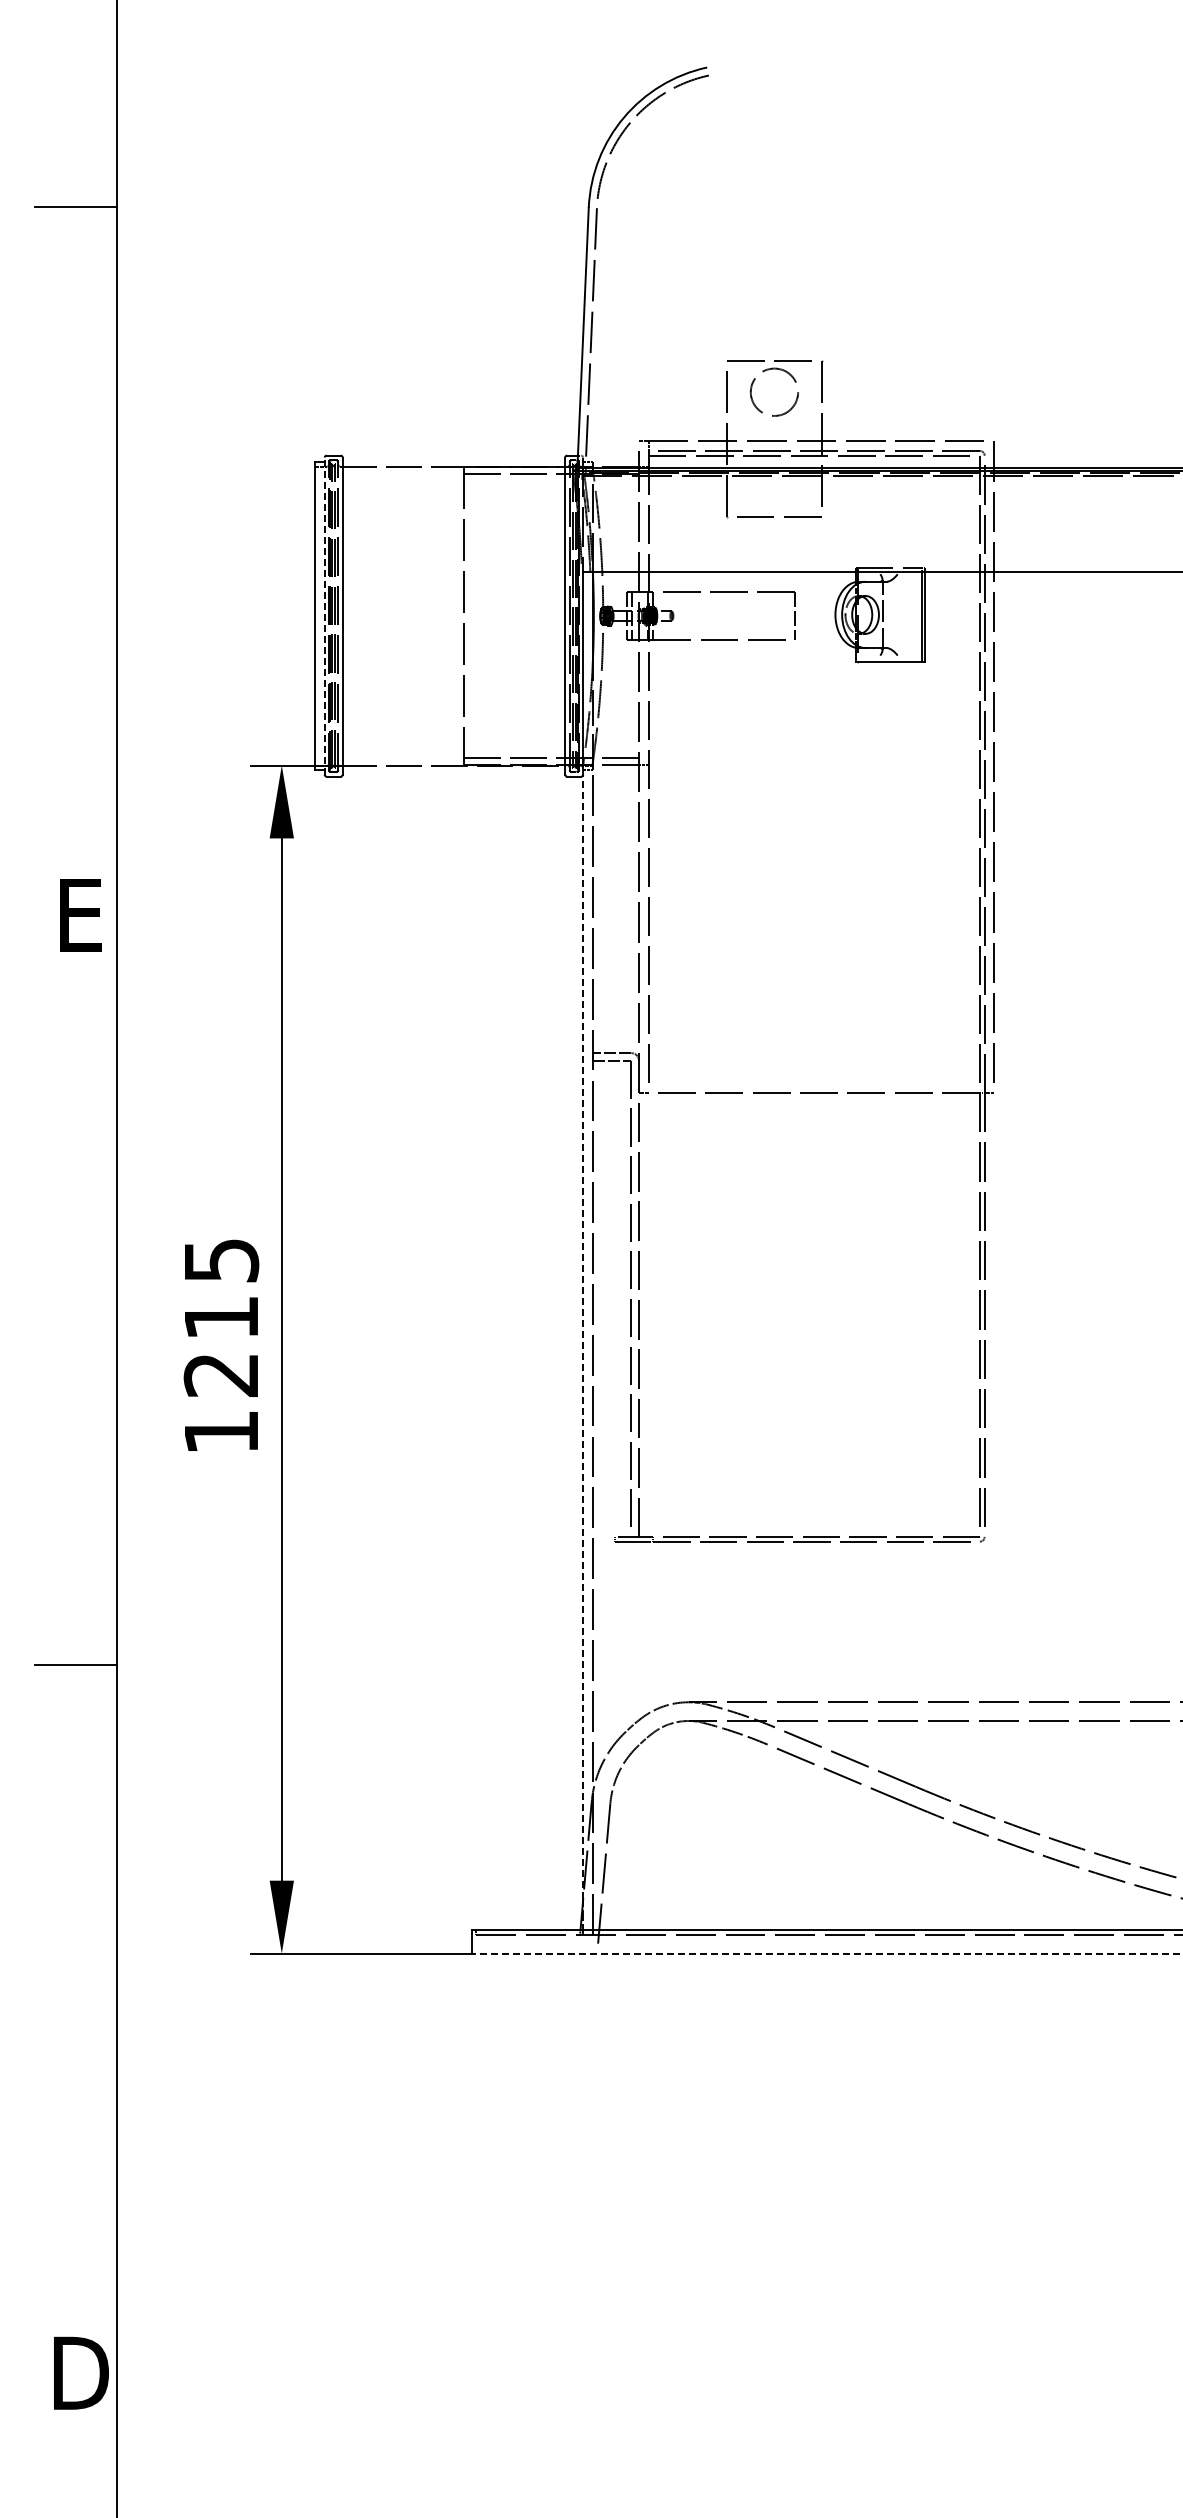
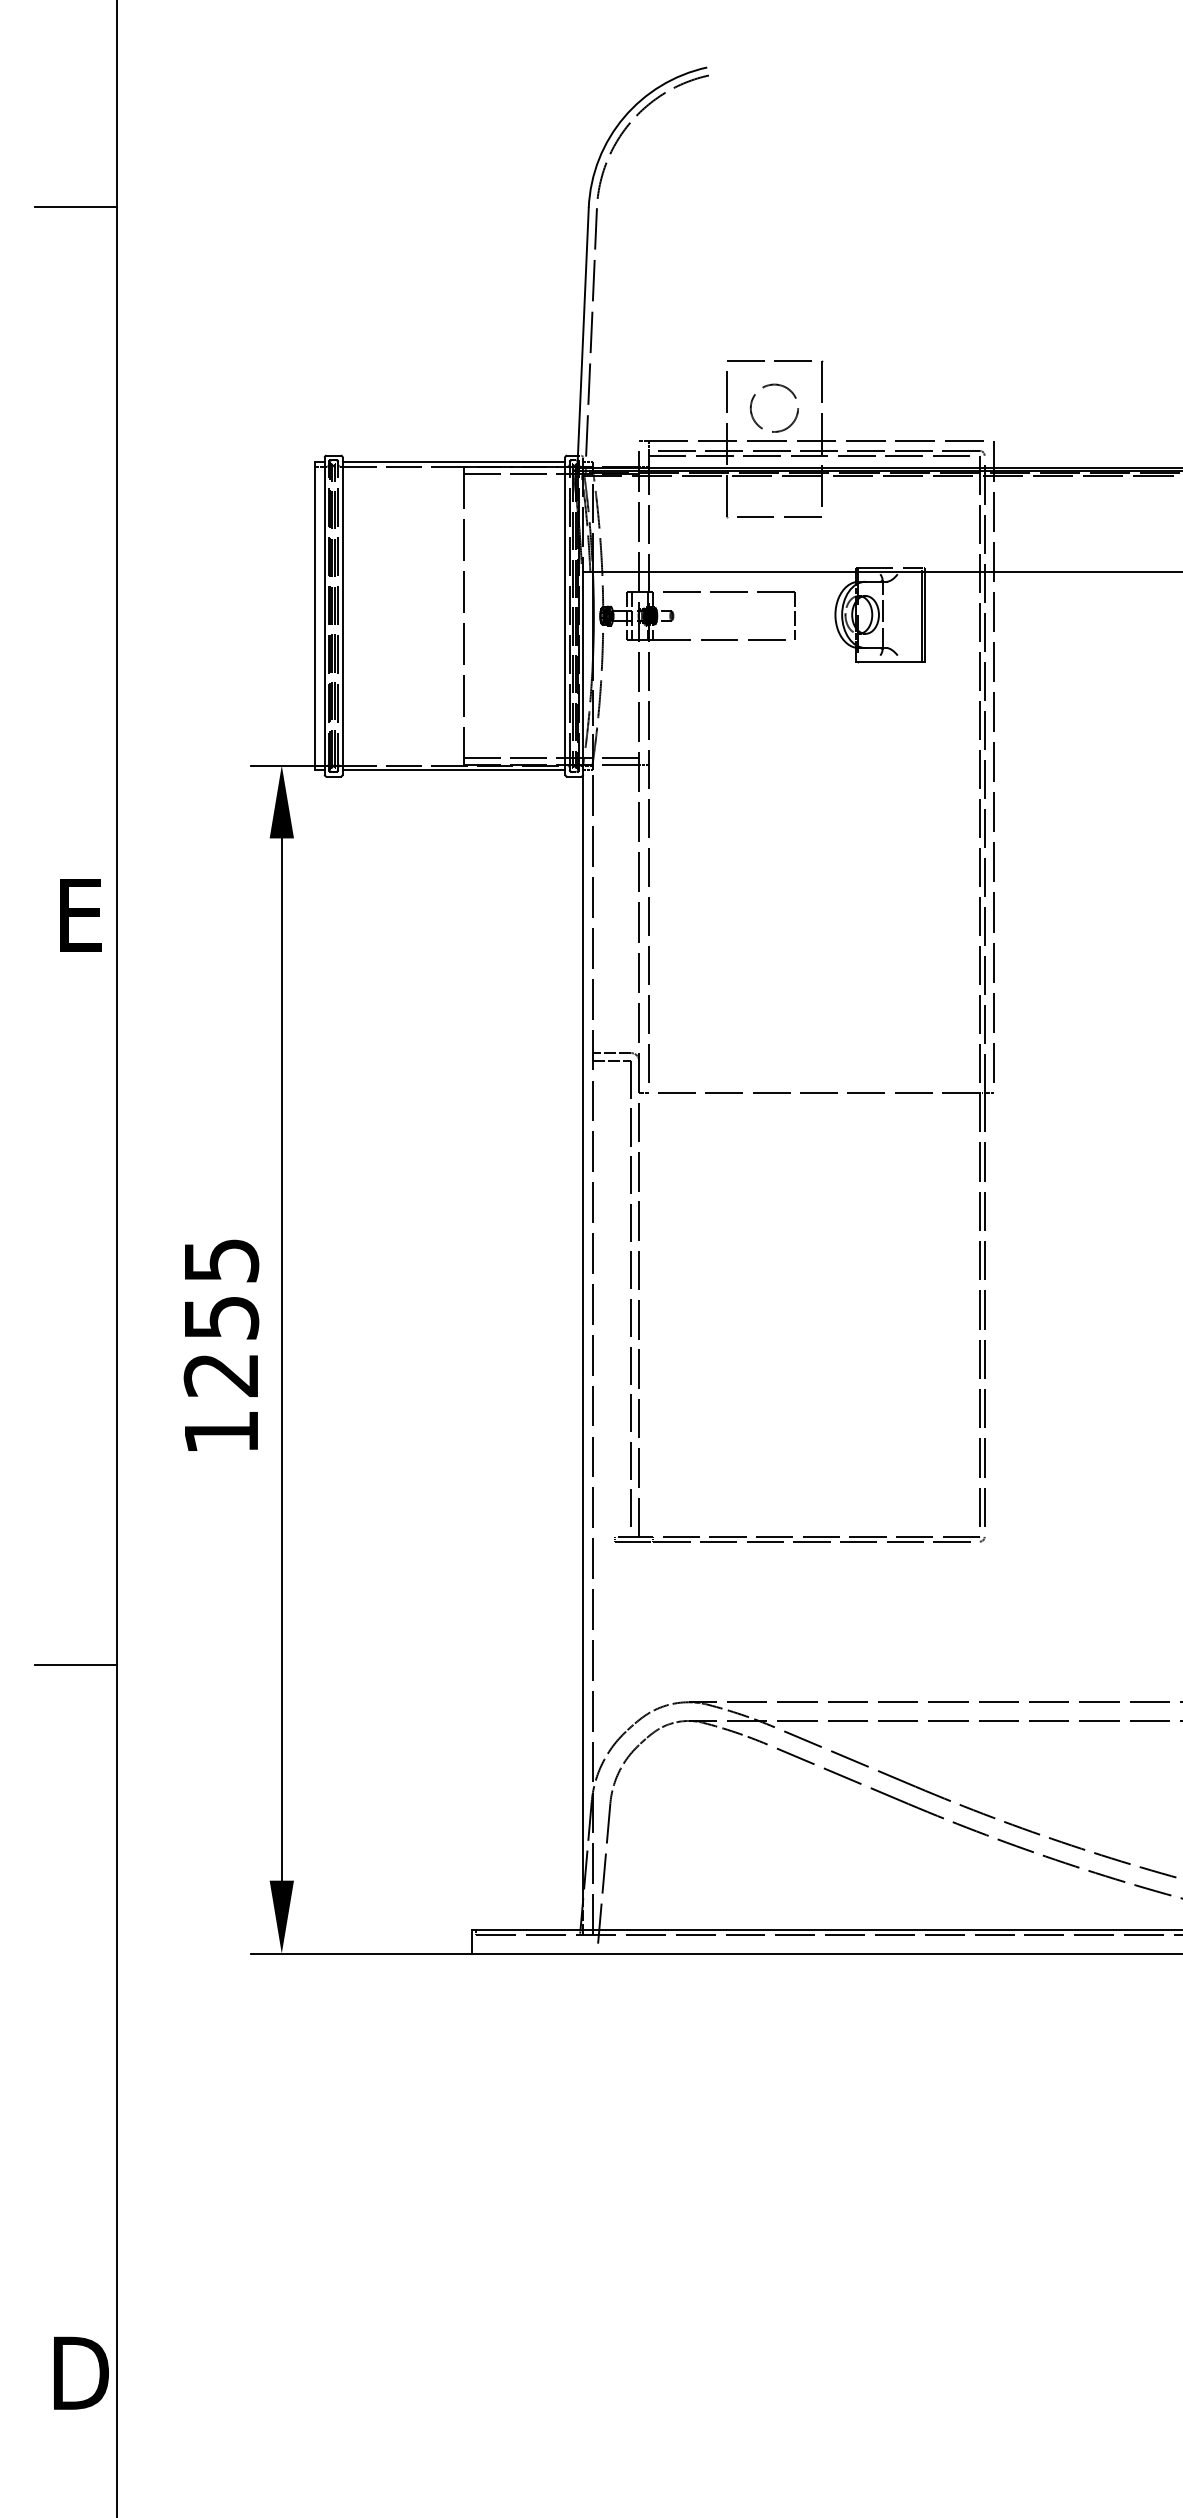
circle at (773, 391) position: (773, 391) -> (773, 407)
line at (453, 462): none -> present
line at (324, 616): dashed -> solid
line at (453, 769): none -> present
text at (222, 1318): 1215 -> 1255
line at (583, 1336): dashed -> solid
line at (826, 1953): dashed -> solid
